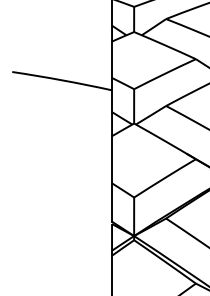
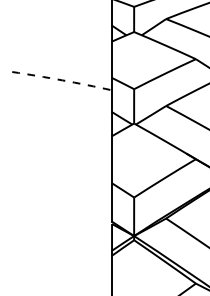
arc at (62, 80): solid -> dashed
